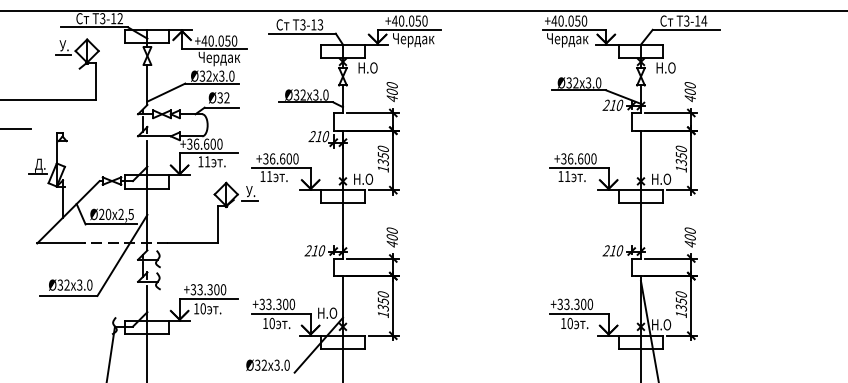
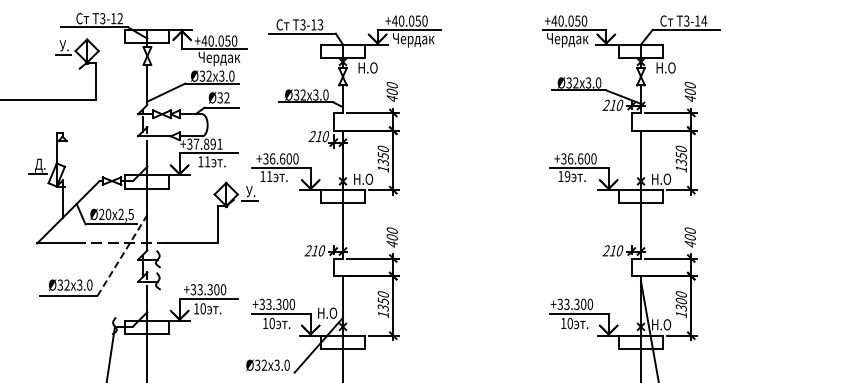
line at (423, 11): present -> none
line at (16, 128): present -> none
text at (207, 143): +36.600 -> +37.891
text at (567, 176): 11 -> 19
line at (122, 255): solid -> dashed
text at (680, 300): 1350 -> 1300
